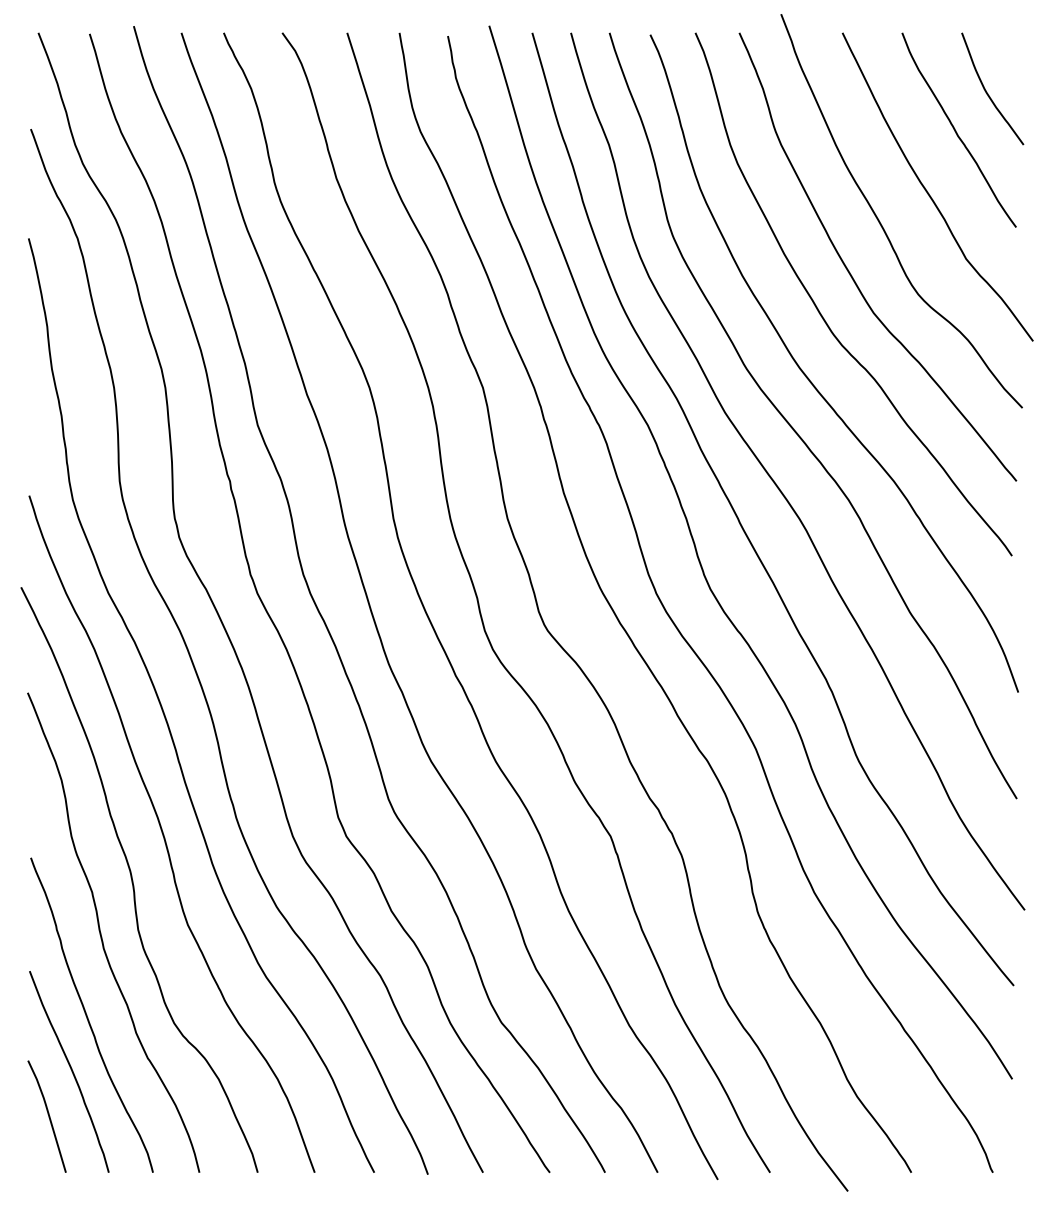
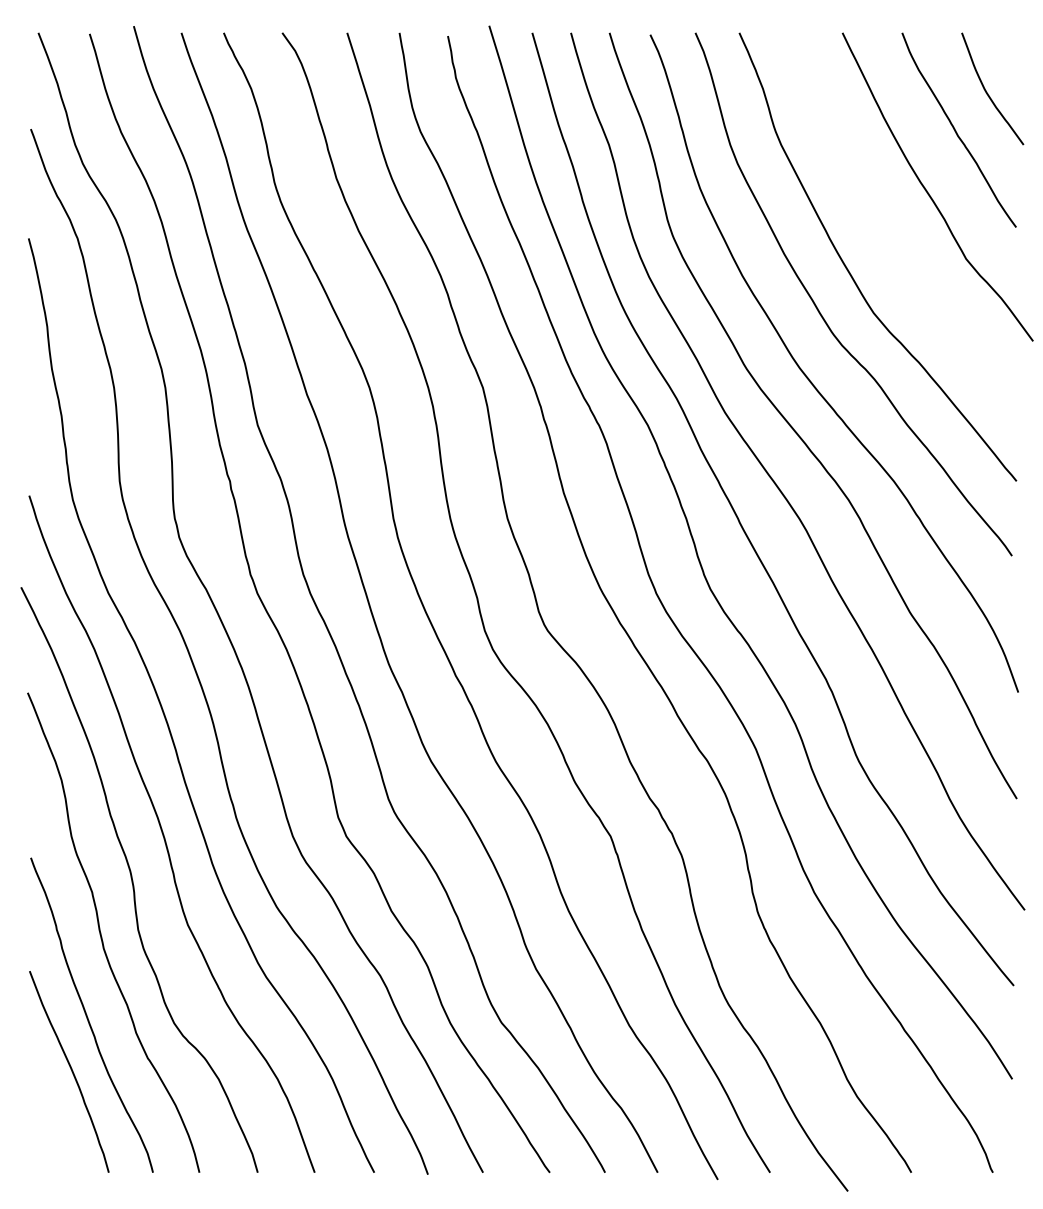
curve at (880, 221): present -> none
line at (48, 1116): present -> none
